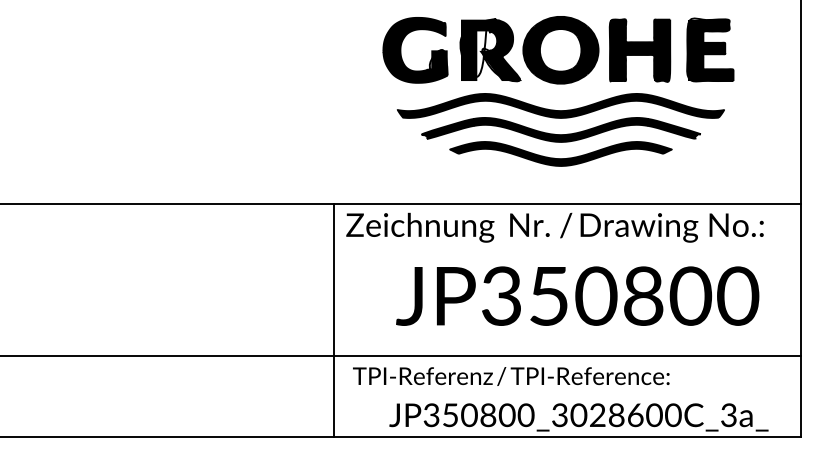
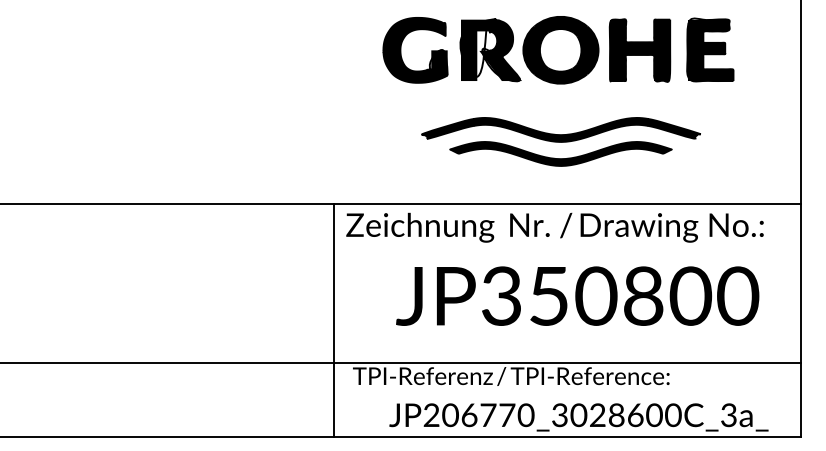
part at (560, 105): present -> none
line at (401, 355) position: (401, 355) -> (401, 362)
text at (469, 415): JP350800_3028600C_3a_ -> JP206770_3028600C_3a_
